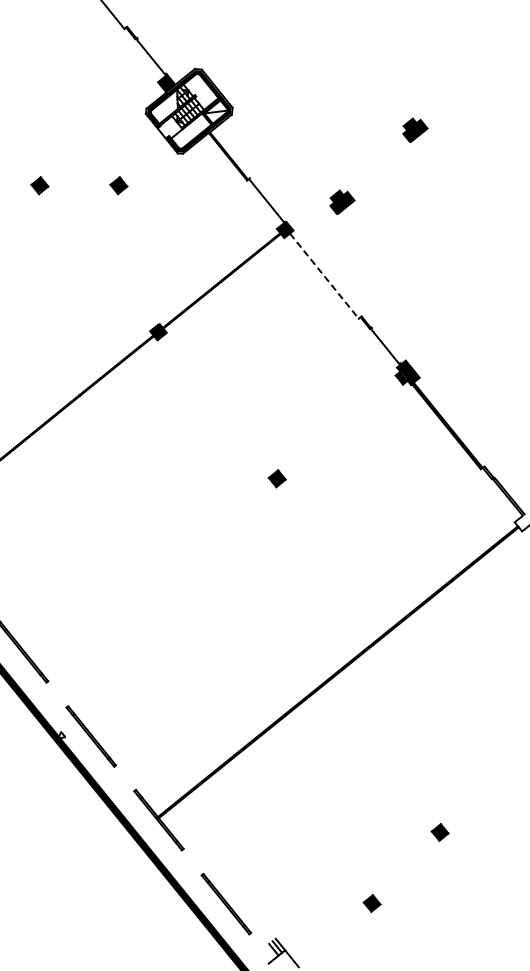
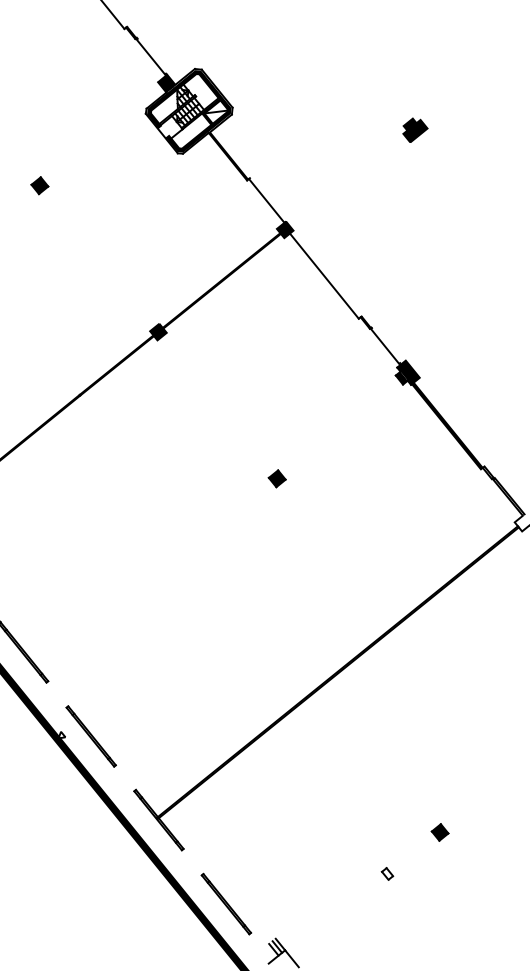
part at (118, 185): present -> none
part at (342, 201): present -> none
line at (324, 276): dashed -> solid
part at (387, 873): none -> present
part at (371, 903): present -> none
